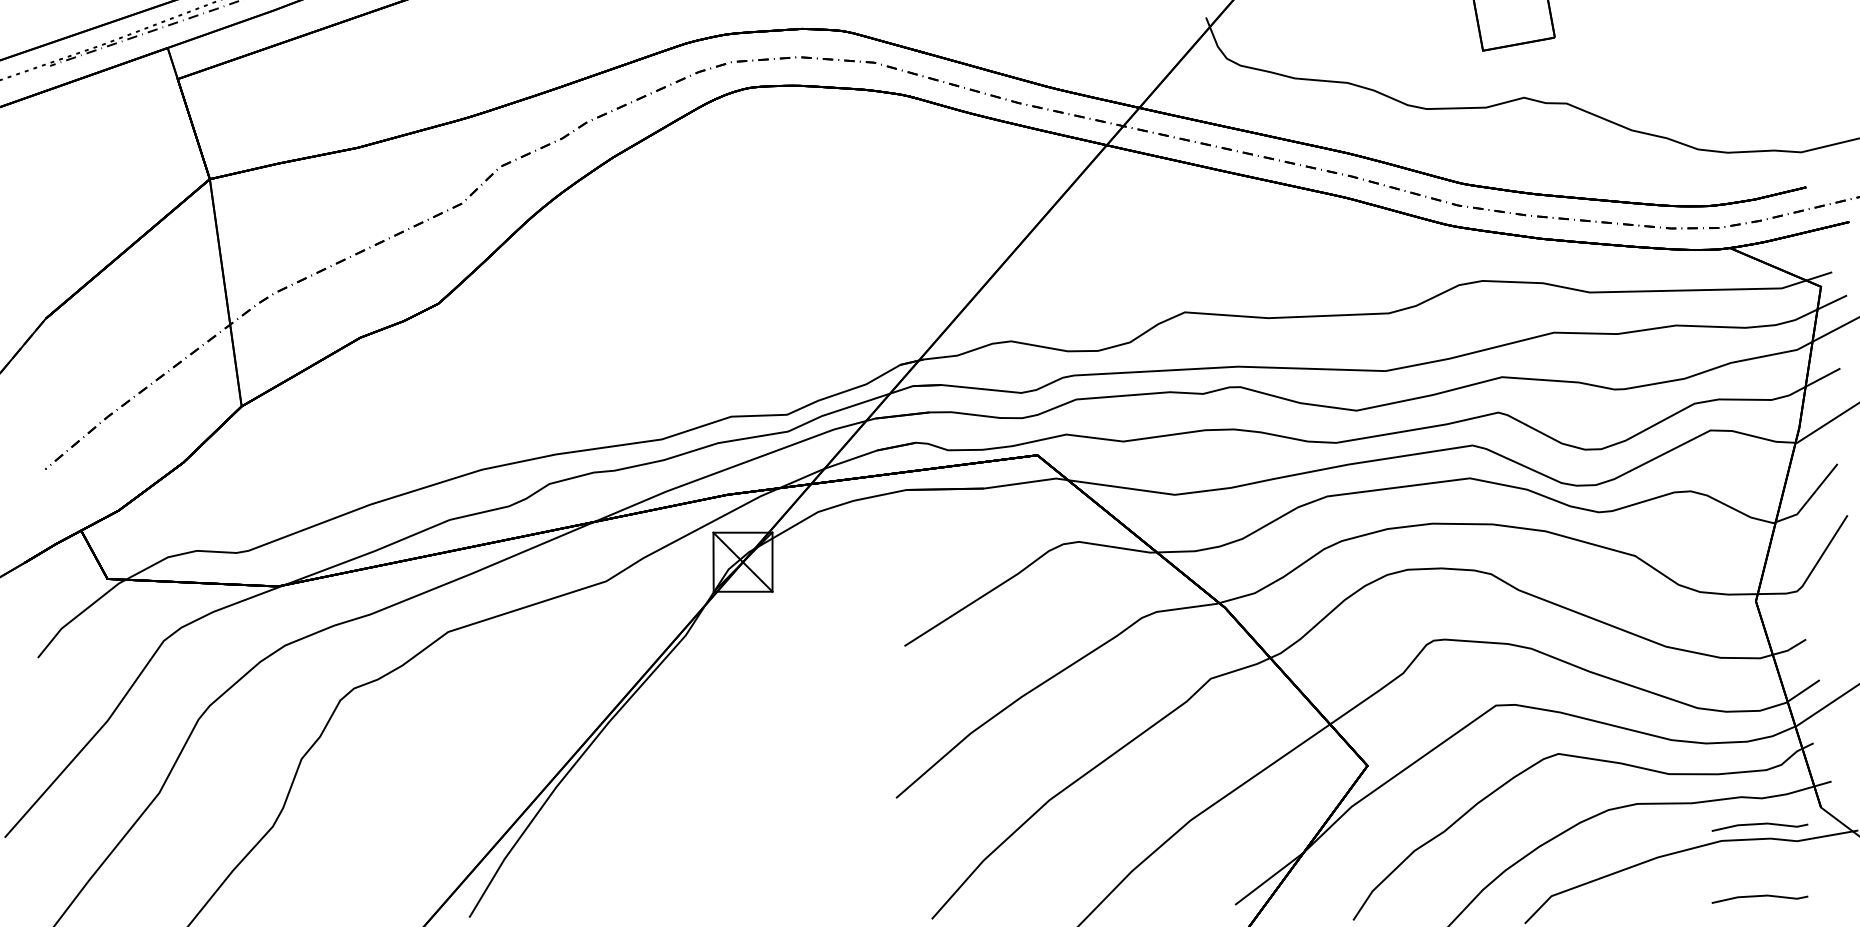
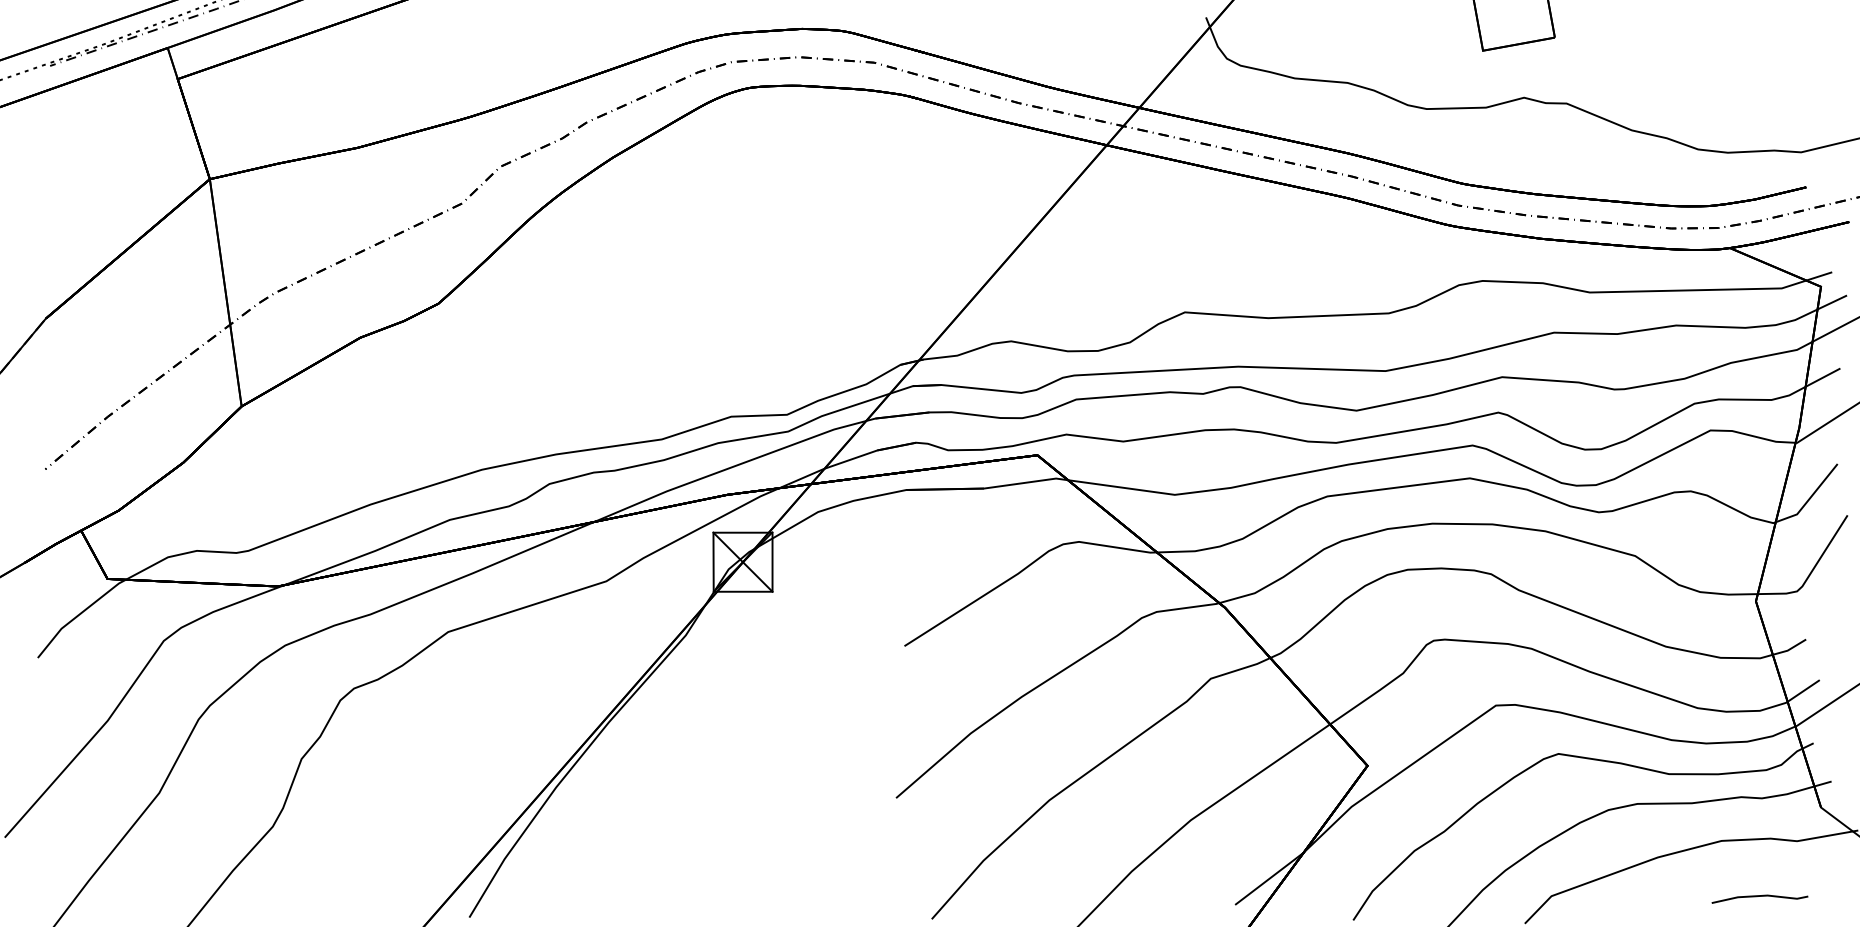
line at (1759, 824): present -> none
